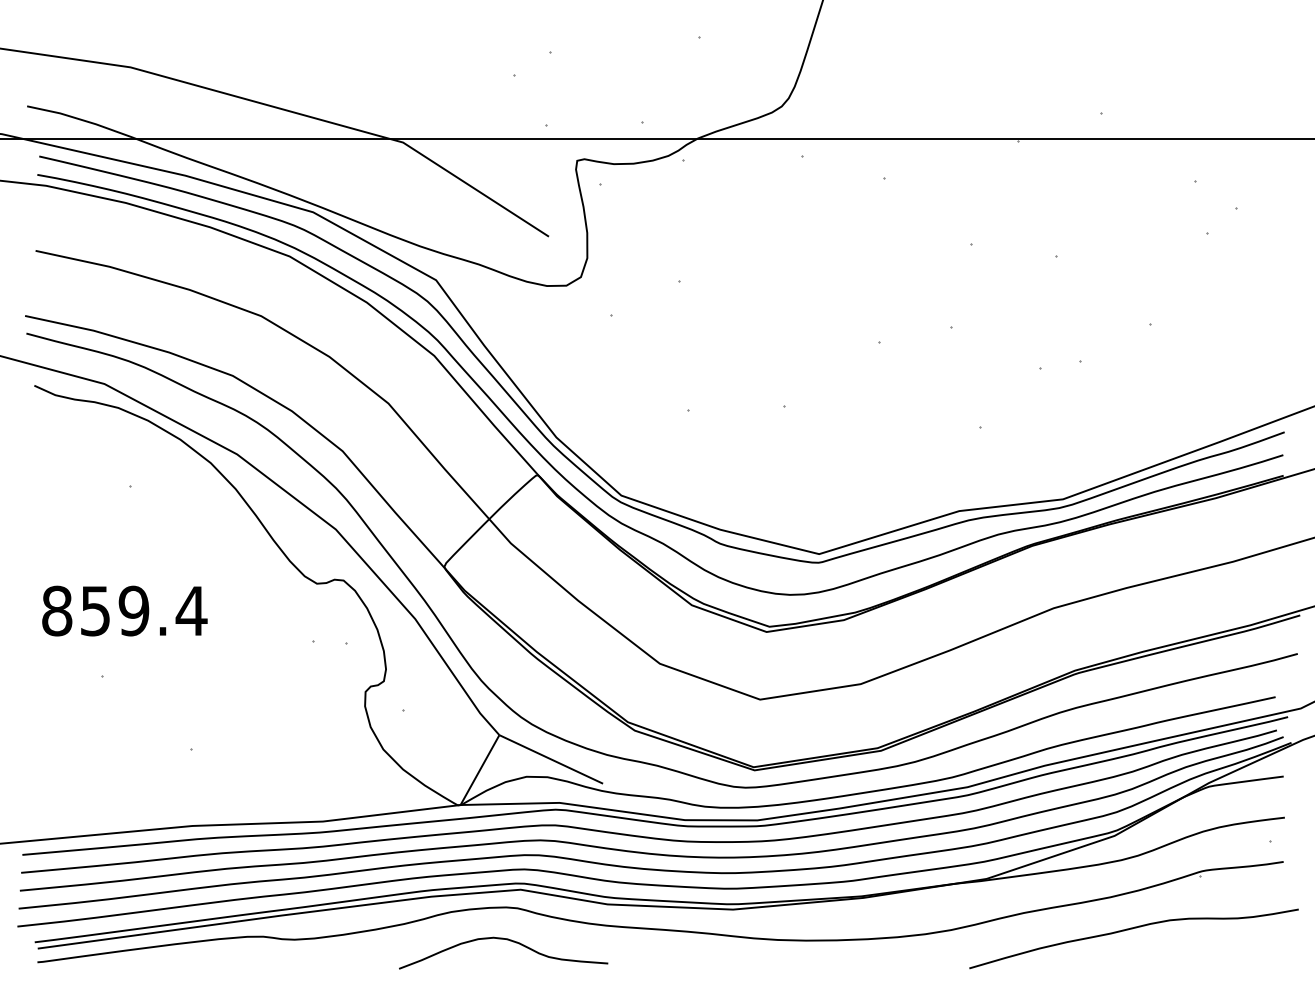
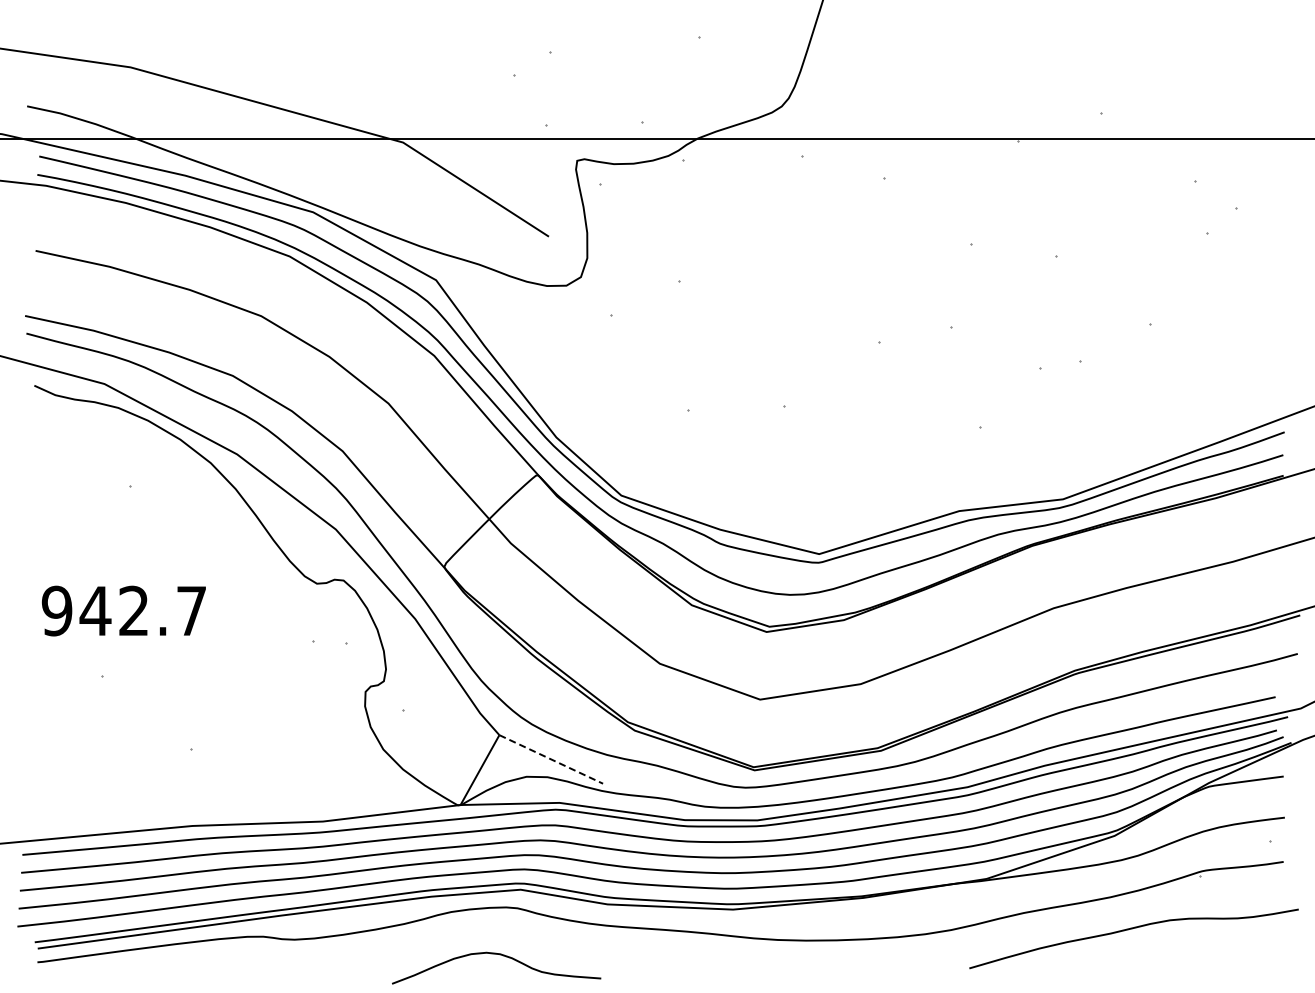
text at (124, 610): 859.4 -> 942.7
line at (551, 759): solid -> dashed
curve at (506, 940) position: (506, 940) -> (499, 955)
